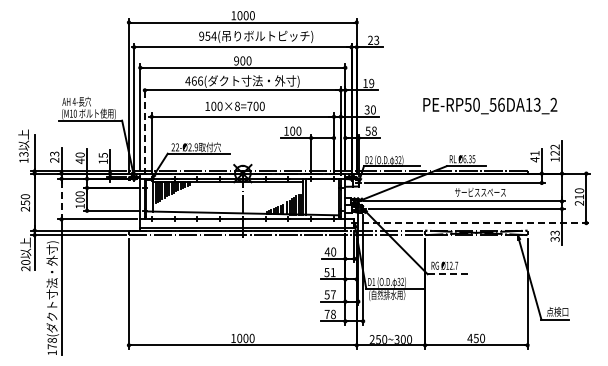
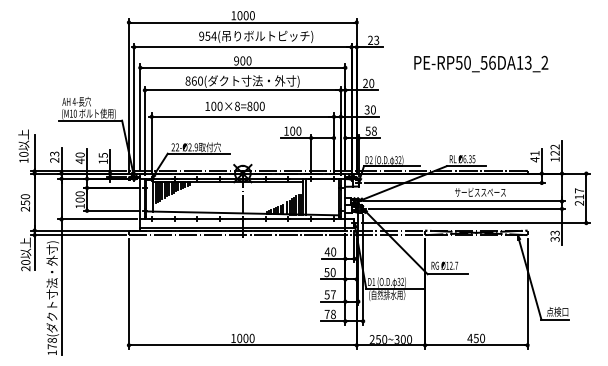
text at (194, 80): 466( -> 860(
text at (368, 82): 19 -> 20
text at (249, 105): 100×8=700 -> 100×8=800
text at (490, 105) position: (490, 105) -> (481, 63)
line at (144, 130): dashed -> solid
text at (23, 153): 13 -> 10
text at (579, 190): 210 -> 217
line at (61, 199): dashed -> solid
line at (475, 223): dashed -> solid
text at (332, 272): 51 -> 50
line at (447, 274): dashed -> solid
